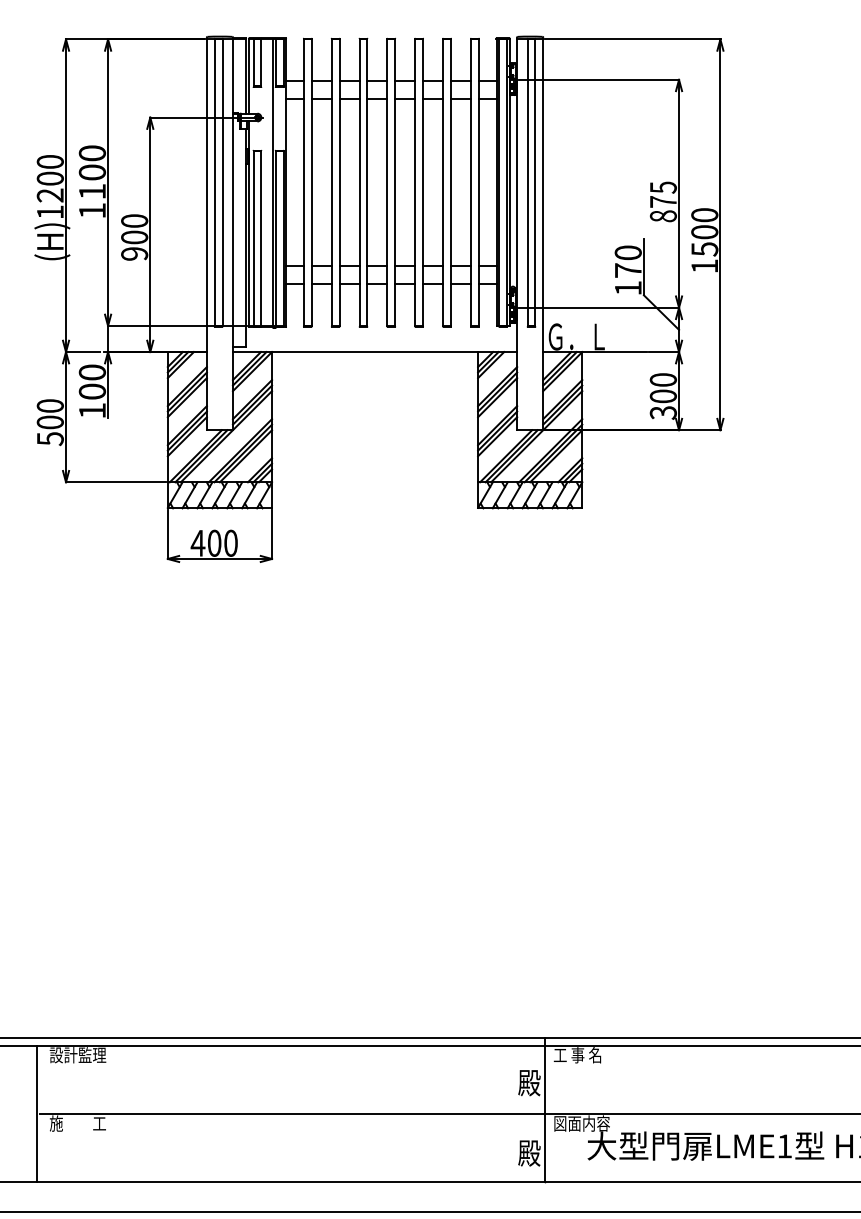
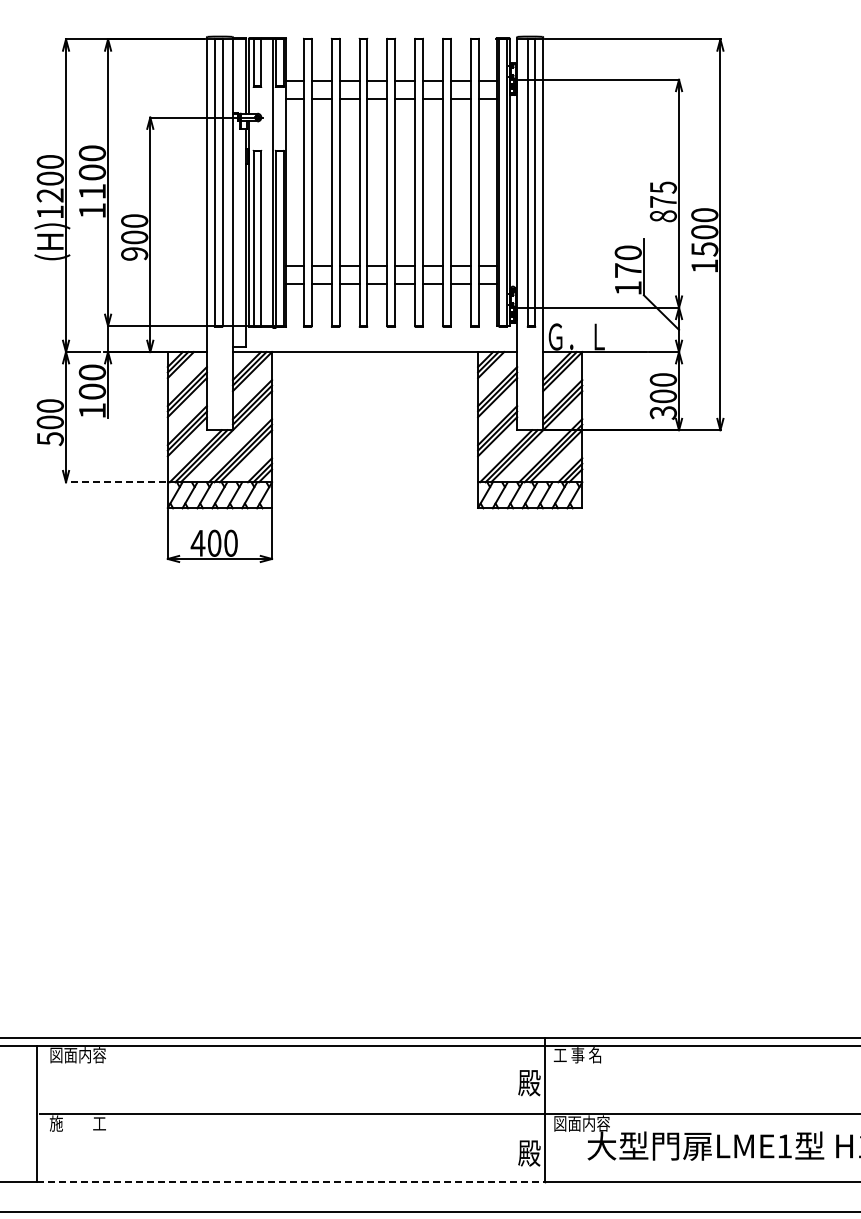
line at (115, 482): solid -> dashed
text at (77, 1055): 設計監理 -> 図面内容
line at (291, 1182): solid -> dashed
